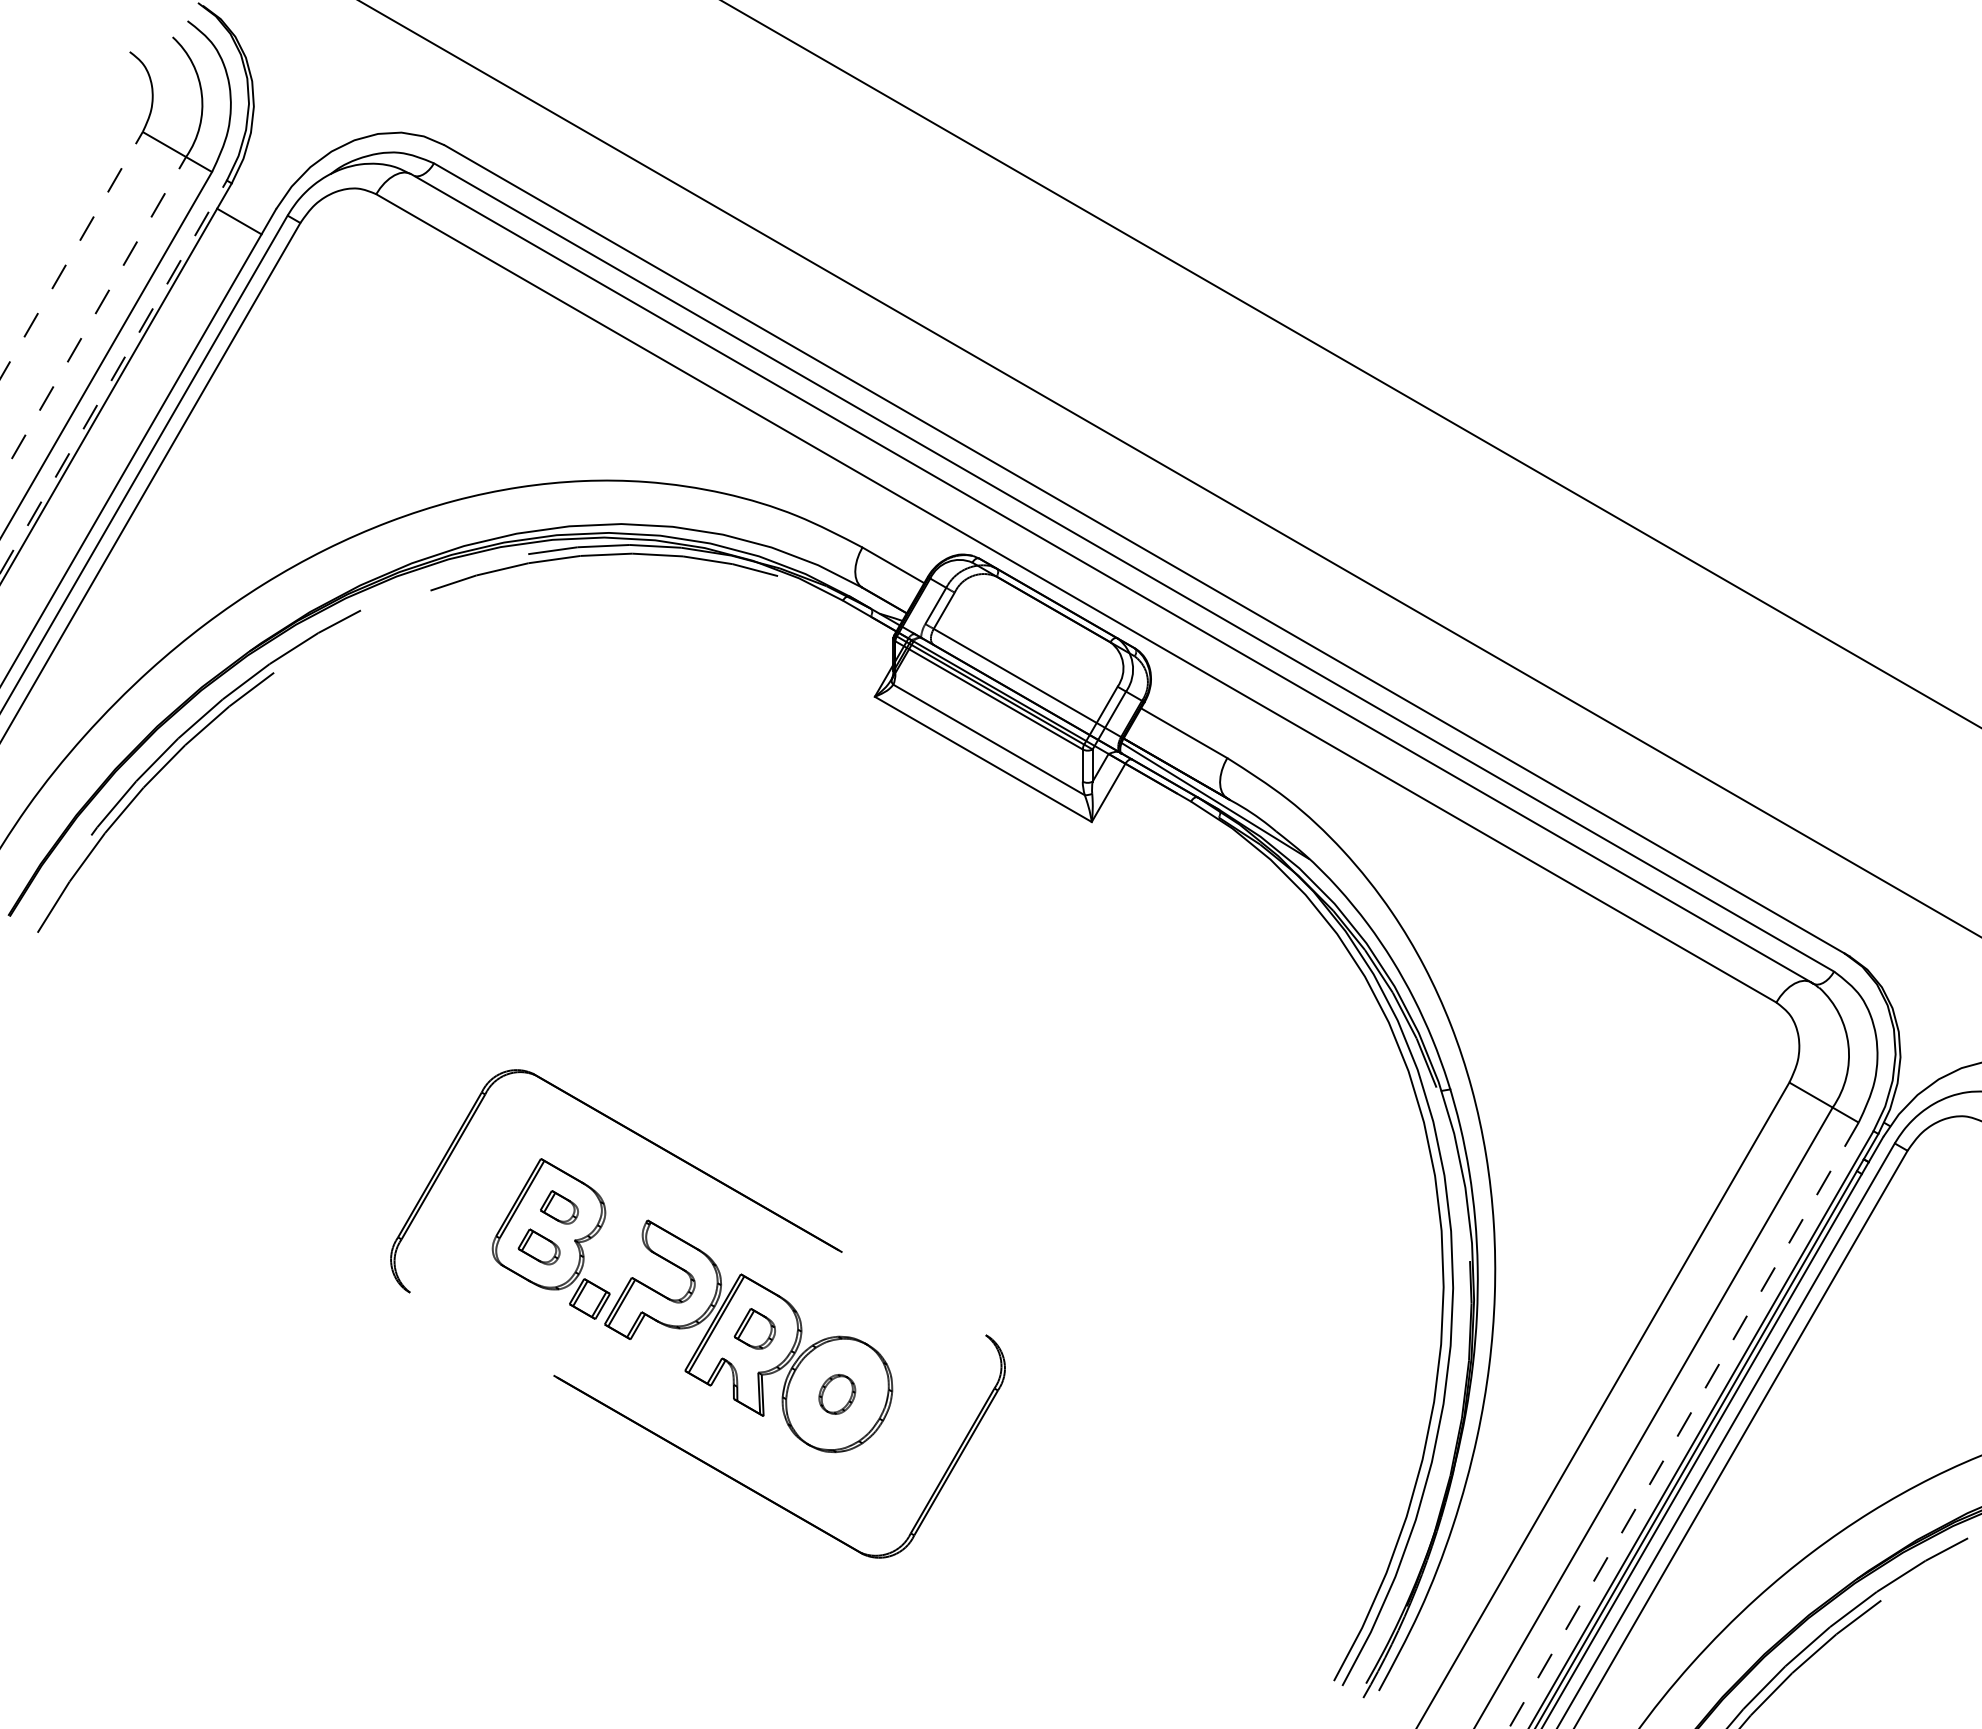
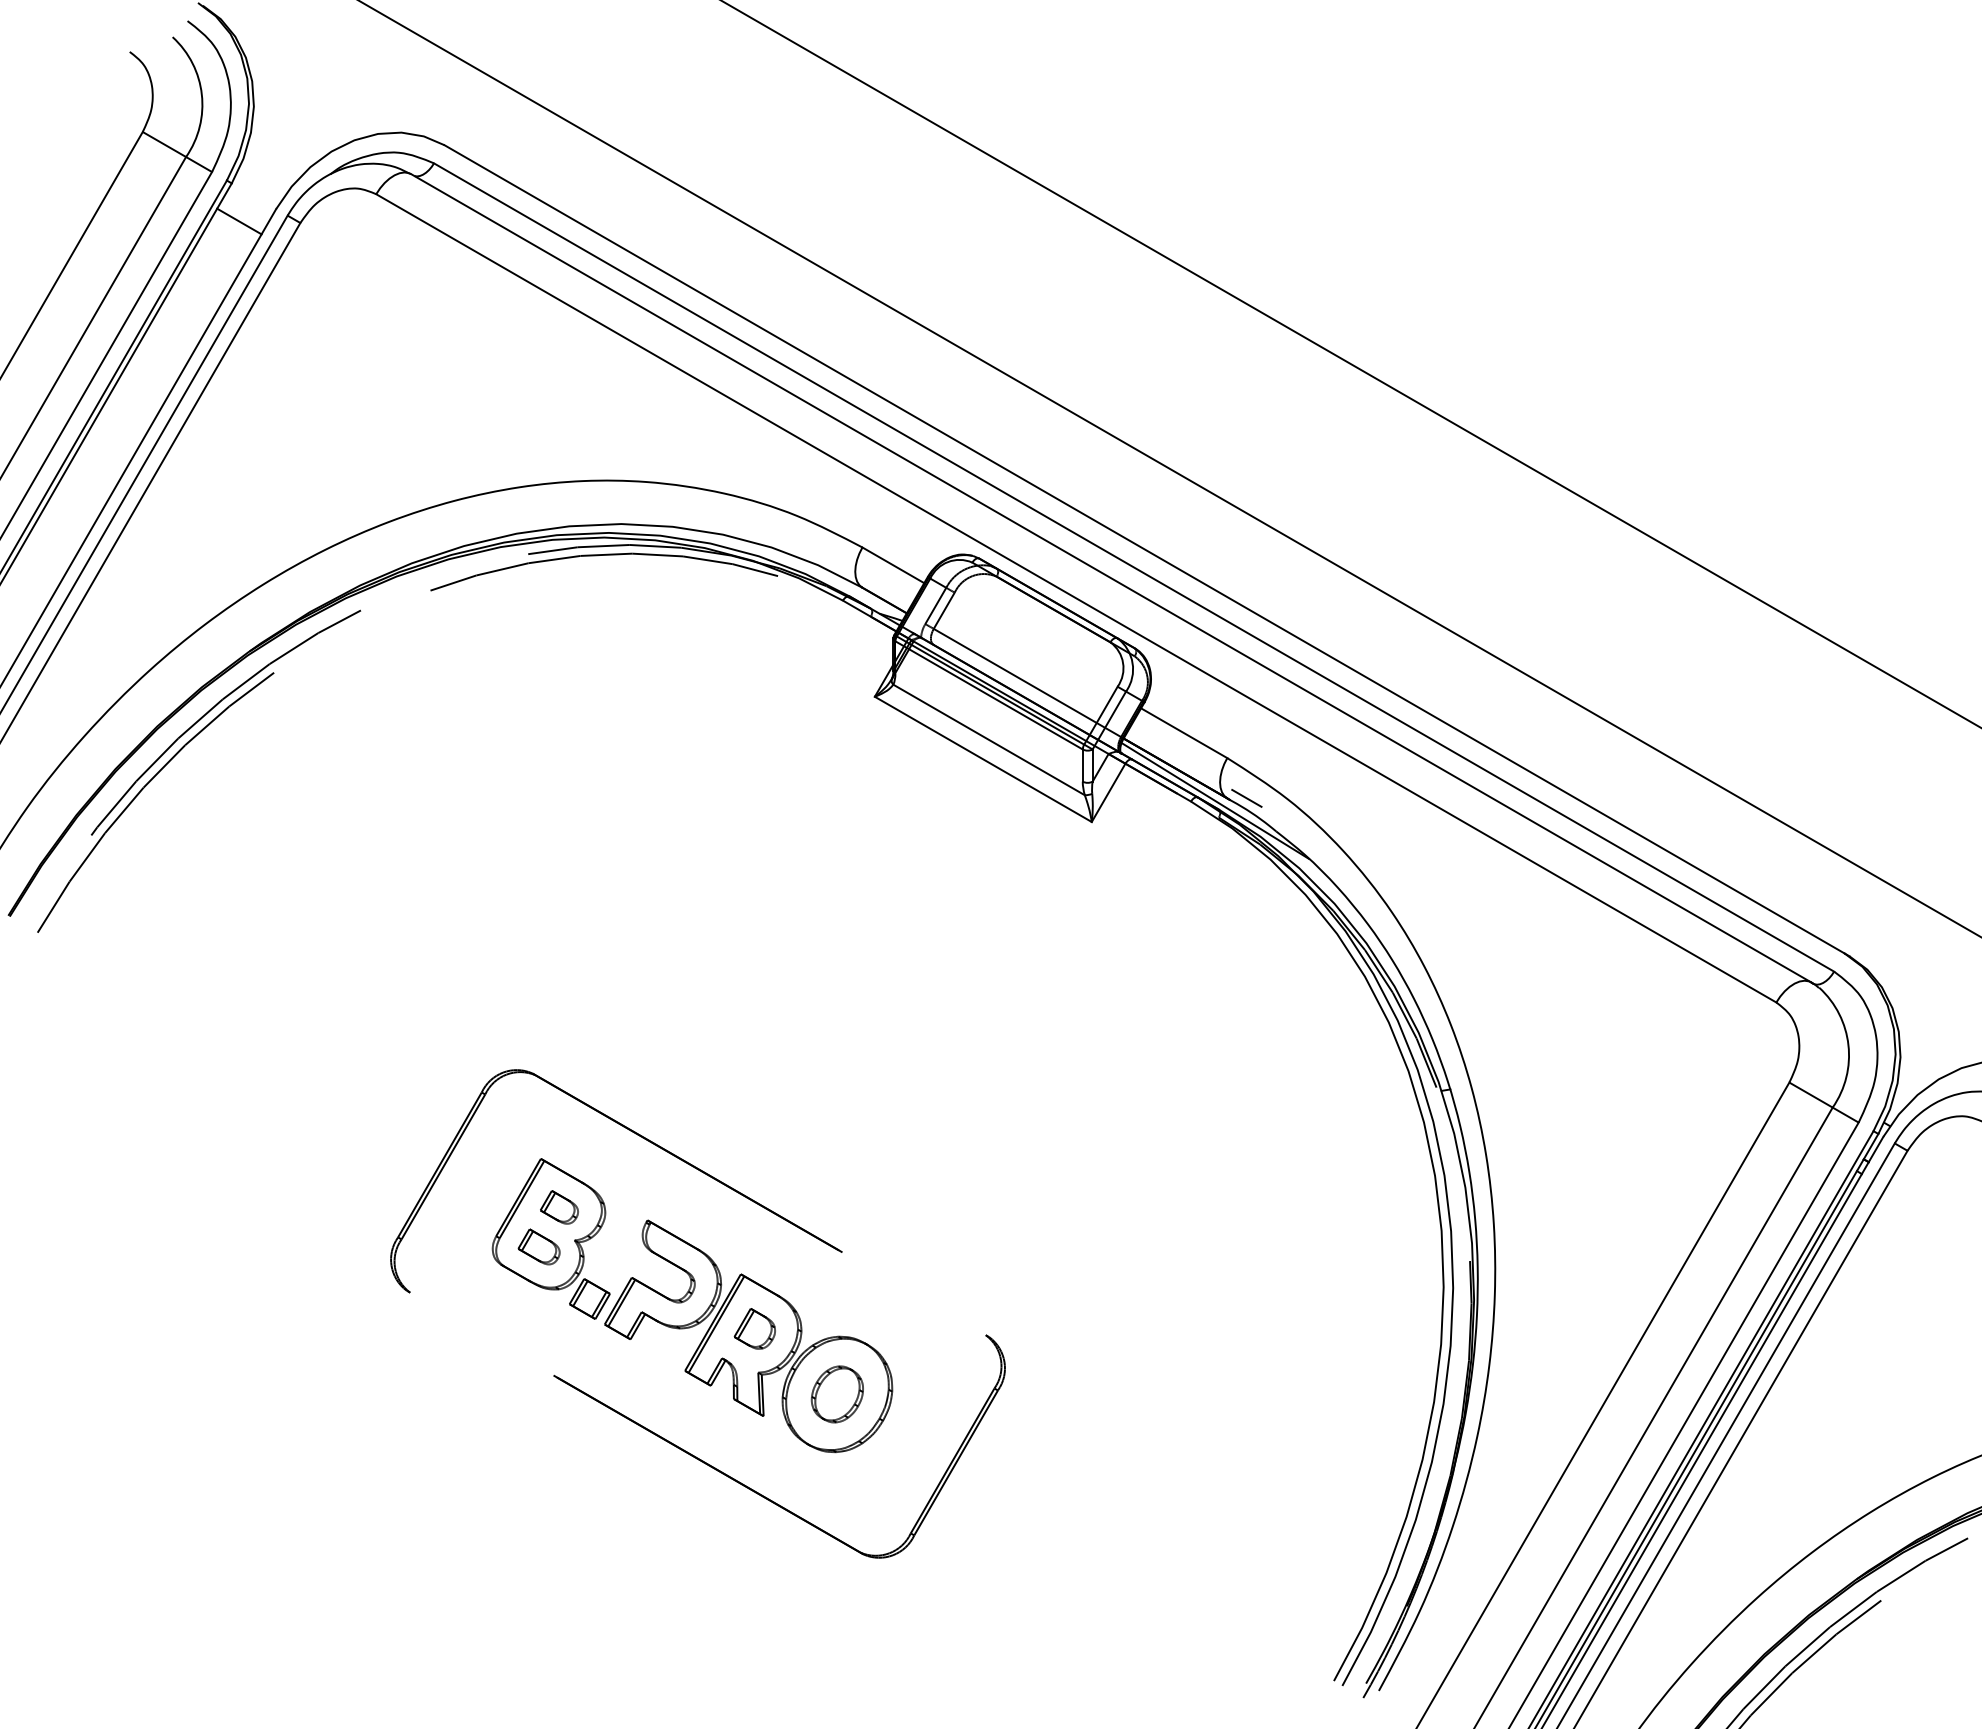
line at (71, 254): dashed -> solid
line at (93, 318): dashed -> solid
line at (113, 376): dashed -> solid
line at (1246, 797): none -> present
part at (837, 1394) size: 39x41 px -> 54x59 px
line at (1683, 1425): dashed -> solid
